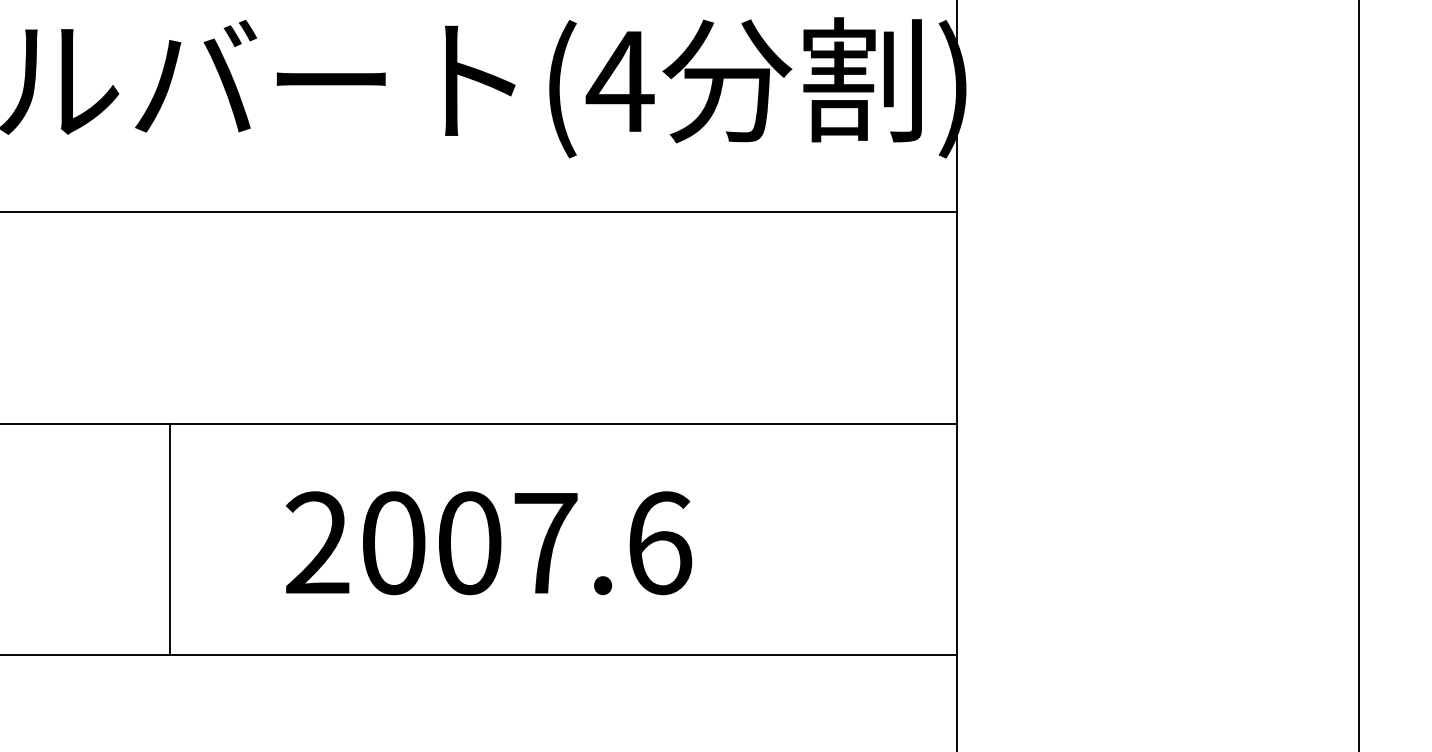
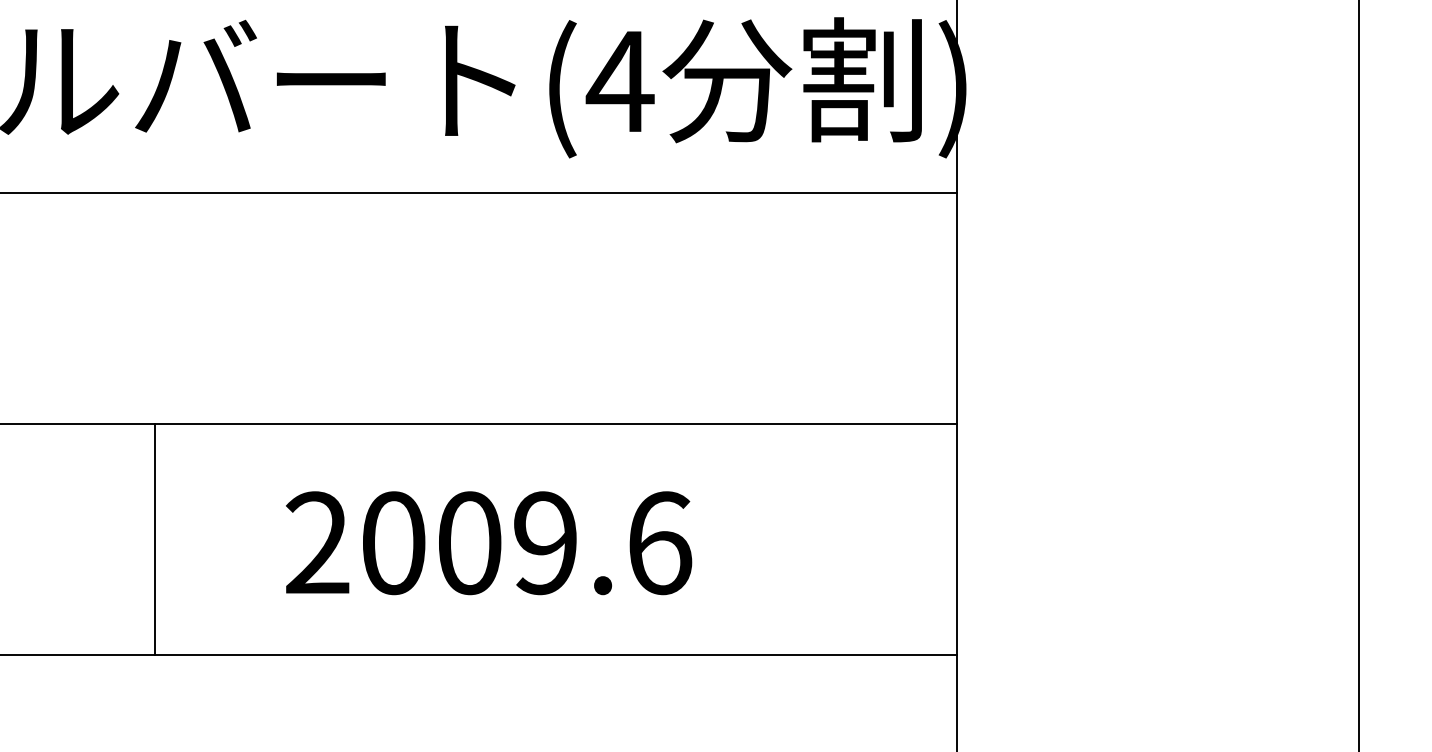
line at (479, 212) position: (479, 212) -> (479, 193)
line at (169, 539) position: (169, 539) -> (154, 539)
text at (545, 543): 2007.6 -> 2009.6
